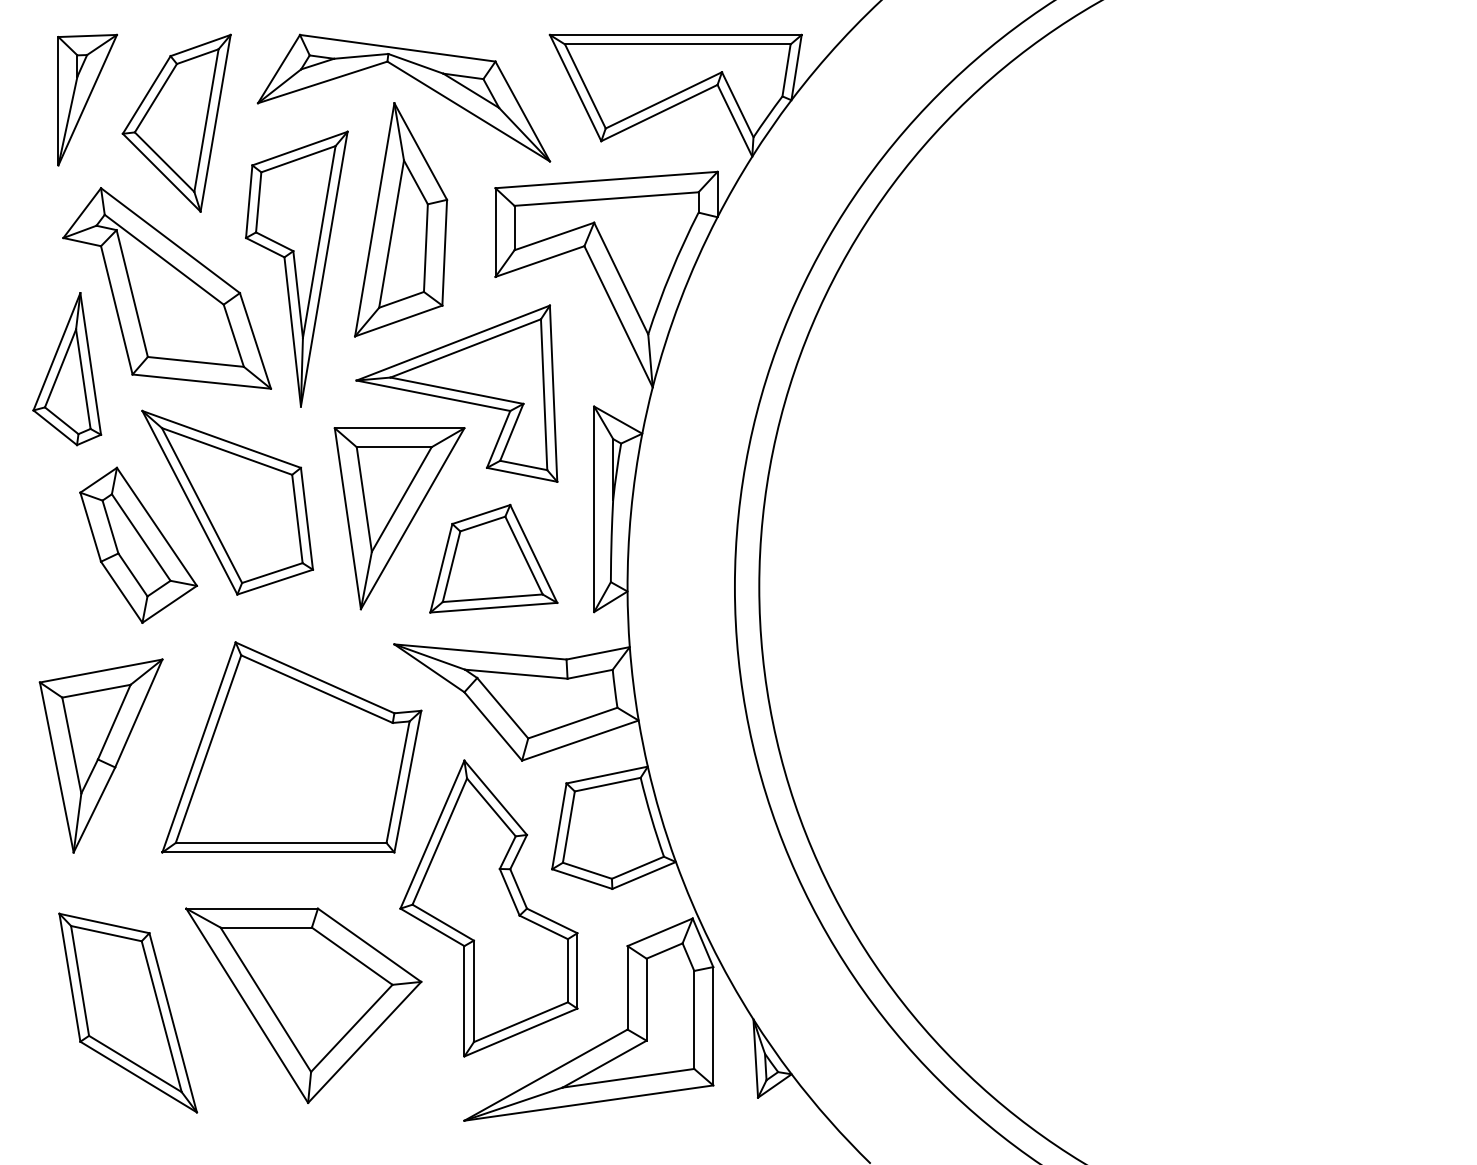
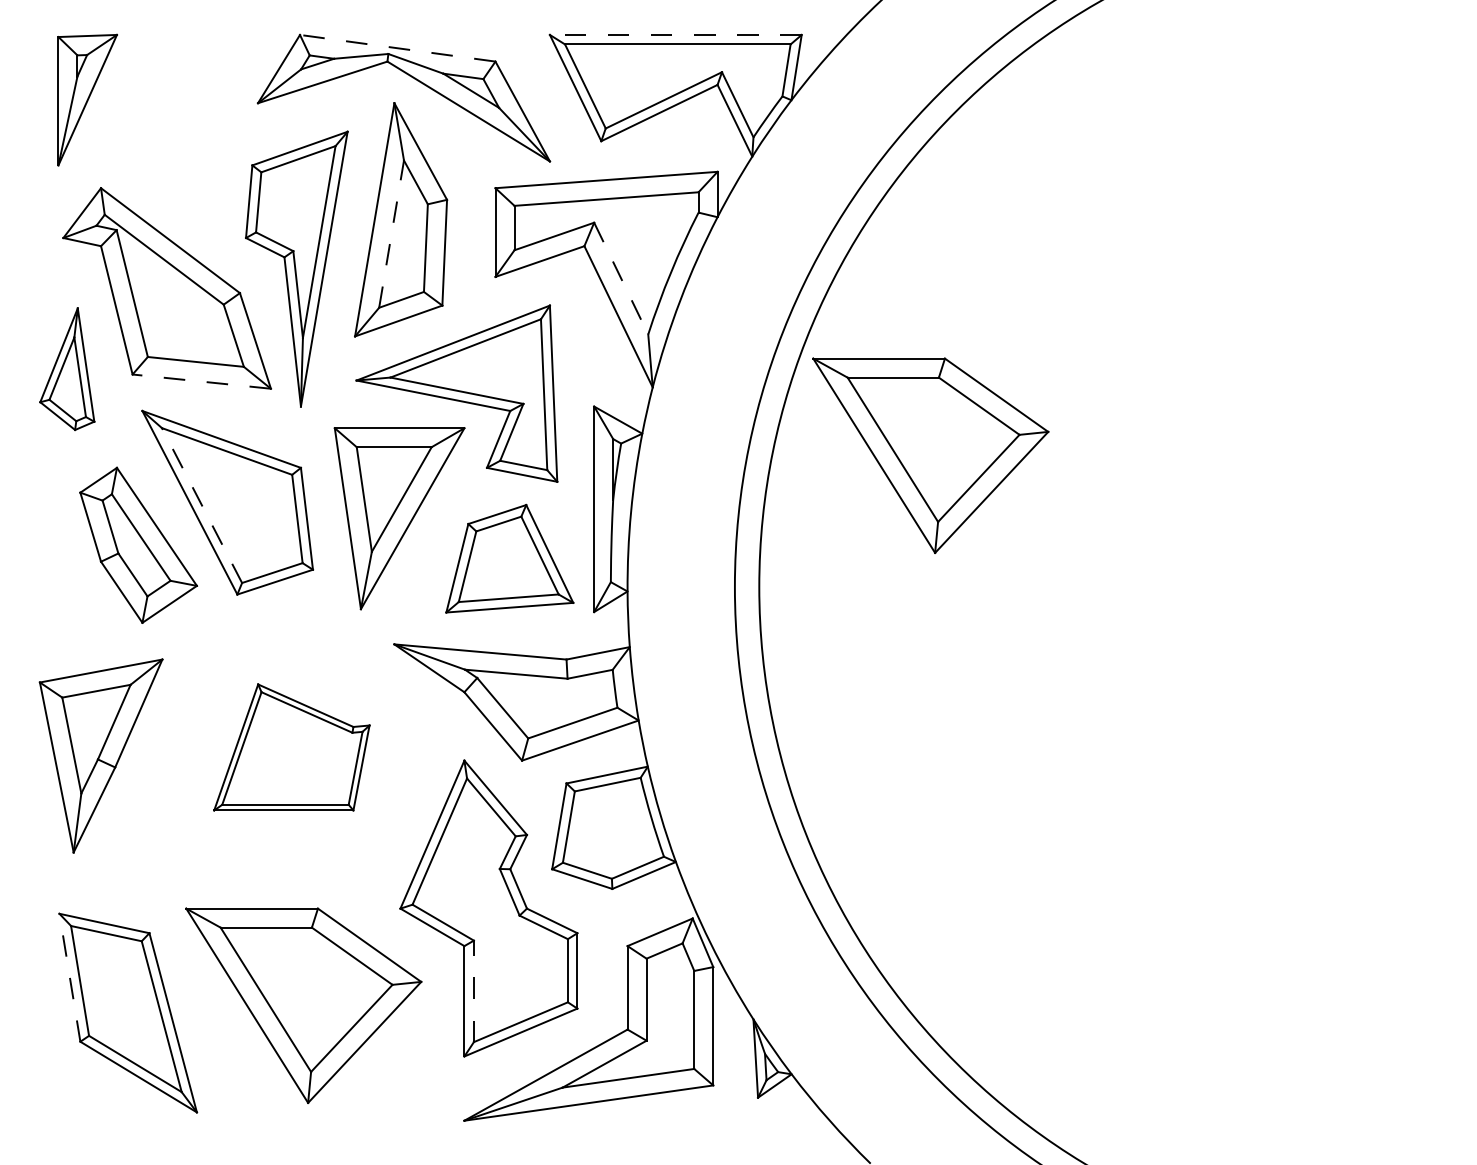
line at (675, 34): solid -> dashed
line at (397, 48): solid -> dashed
part at (176, 122): present -> none
line at (391, 234): solid -> dashed
line at (621, 279): solid -> dashed
part at (67, 369) size: 71x155 px -> 57x125 px
line at (201, 381): solid -> dashed
part at (930, 455): none -> present
line at (201, 505): solid -> dashed
part at (493, 558) position: (493, 558) -> (509, 558)
part at (291, 747) size: 262x213 px -> 158x129 px
line at (69, 977): solid -> dashed
line at (473, 991): solid -> dashed
